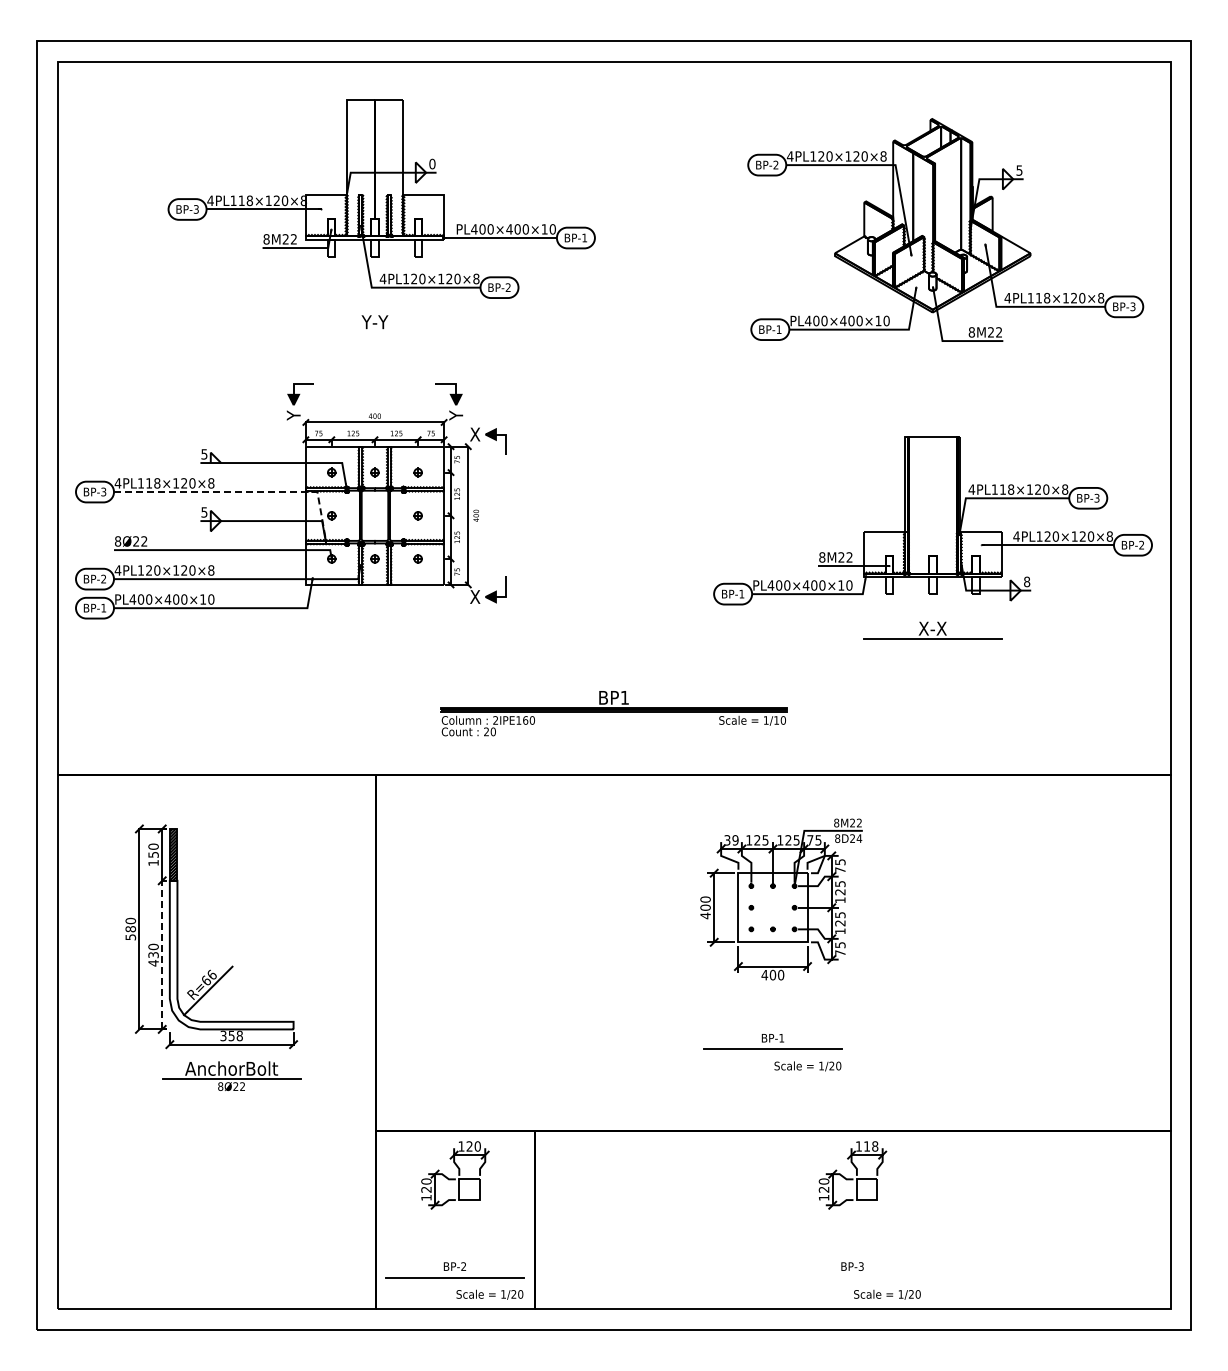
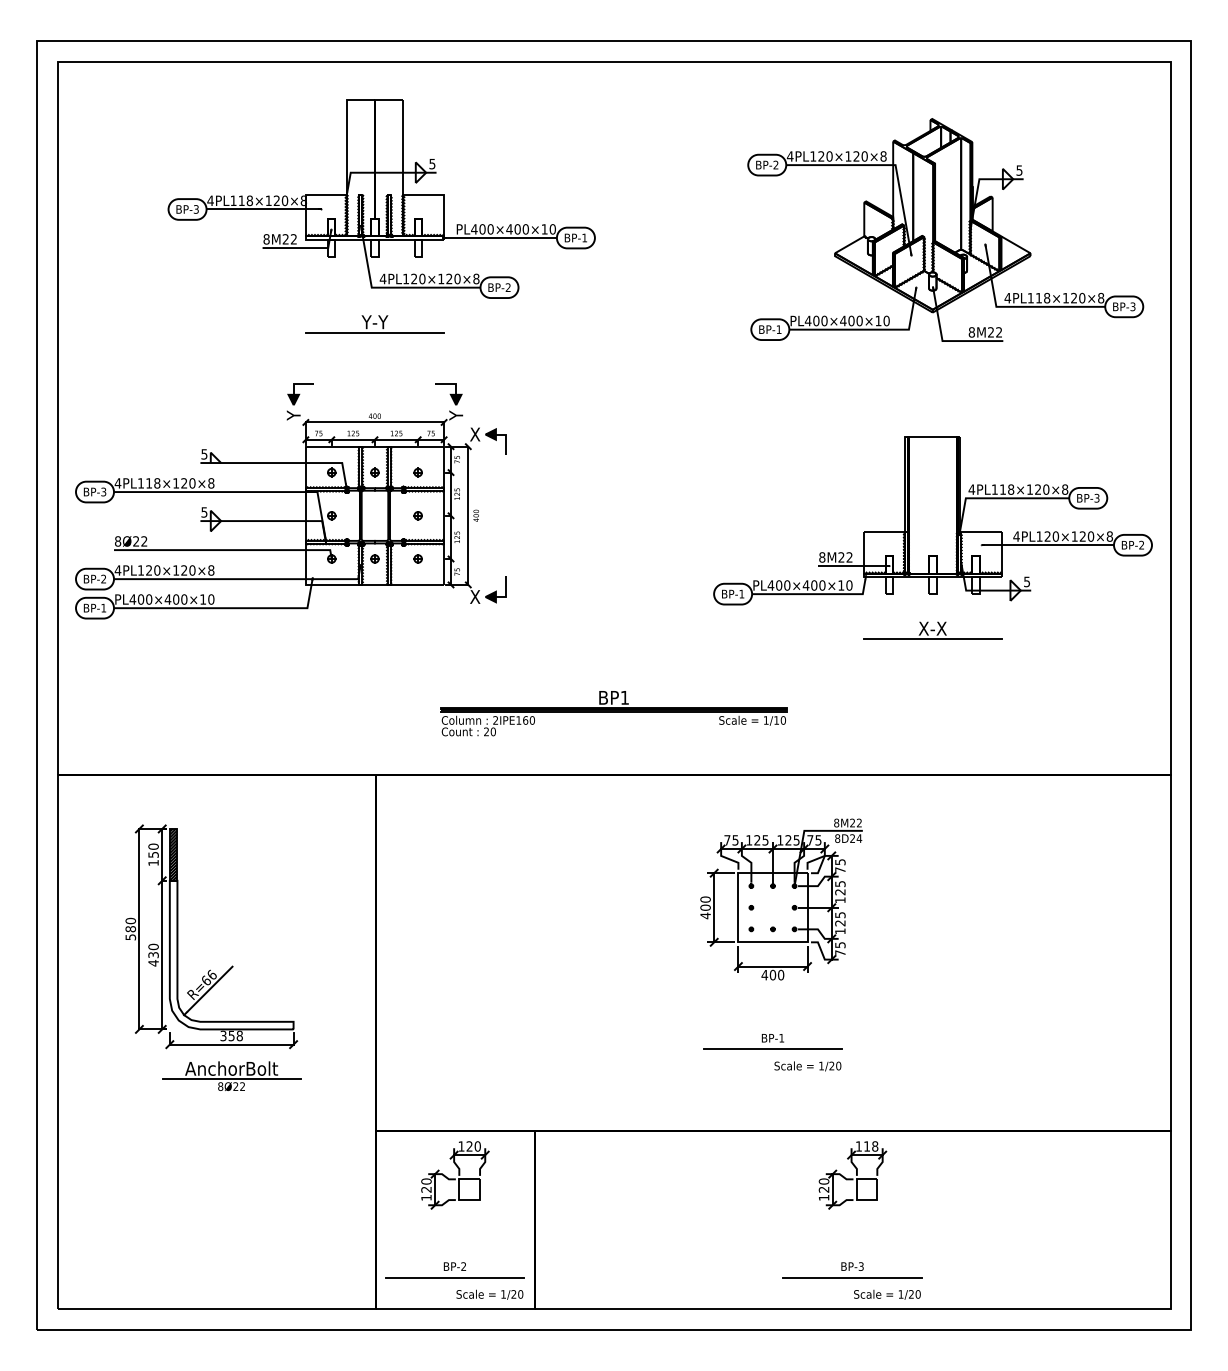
text at (432, 163): 0 -> 5
line at (374, 332): none -> present
line at (241, 492): dashed -> solid
text at (1027, 581): 8 -> 5
text at (731, 840): 39 -> 75
line at (162, 954): dashed -> solid
line at (852, 1277): none -> present
